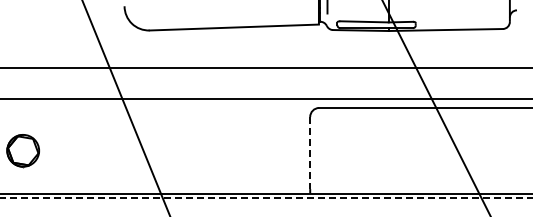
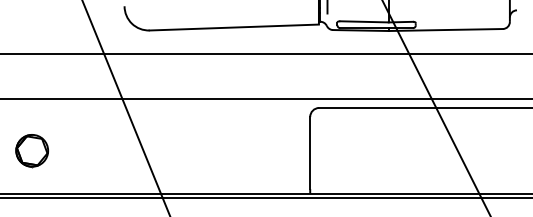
line at (265, 67) position: (265, 67) -> (265, 53)
part at (22, 151) position: (22, 151) -> (31, 151)
line at (310, 153): dashed -> solid
line at (265, 198): dashed -> solid
